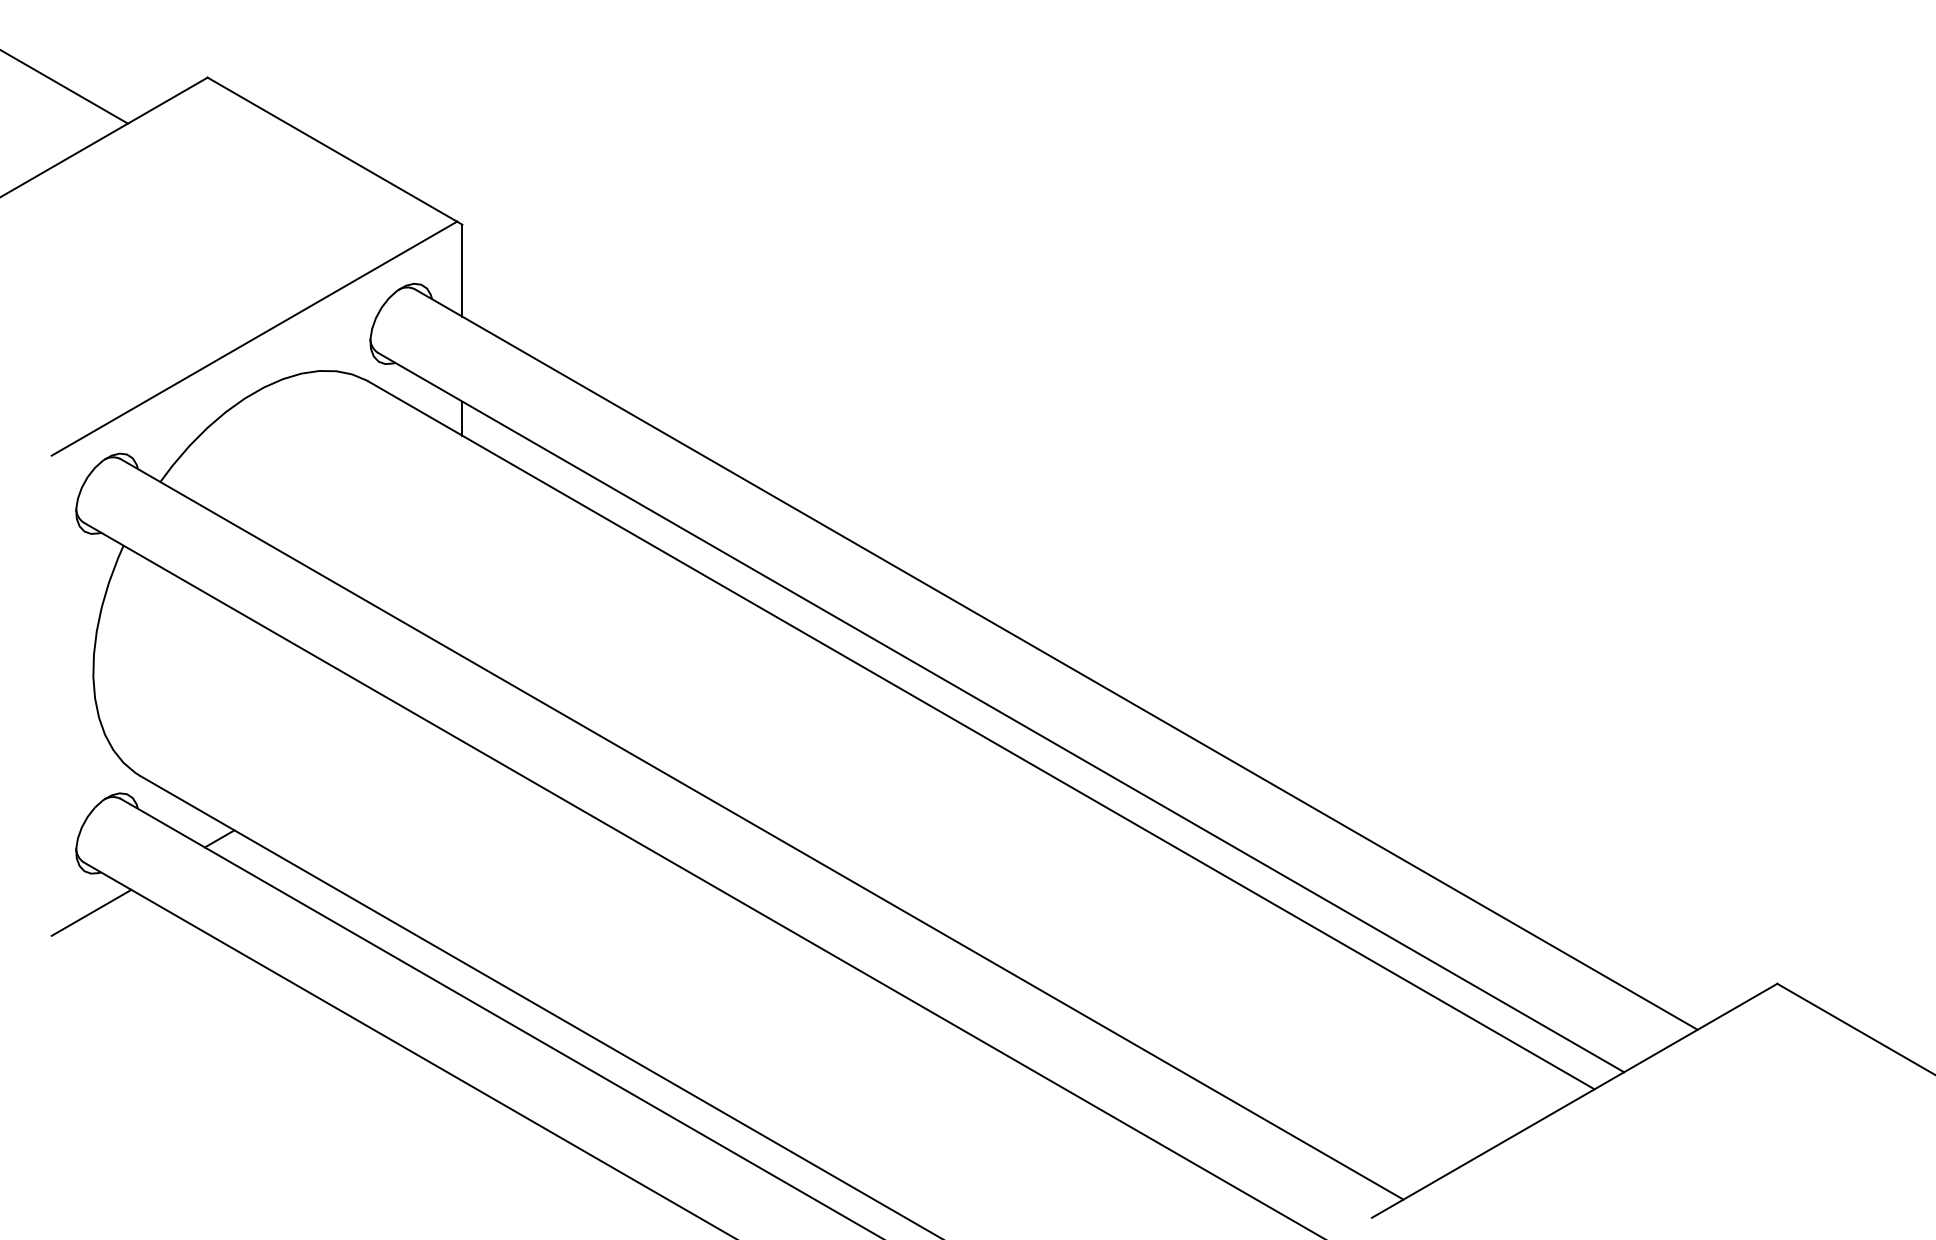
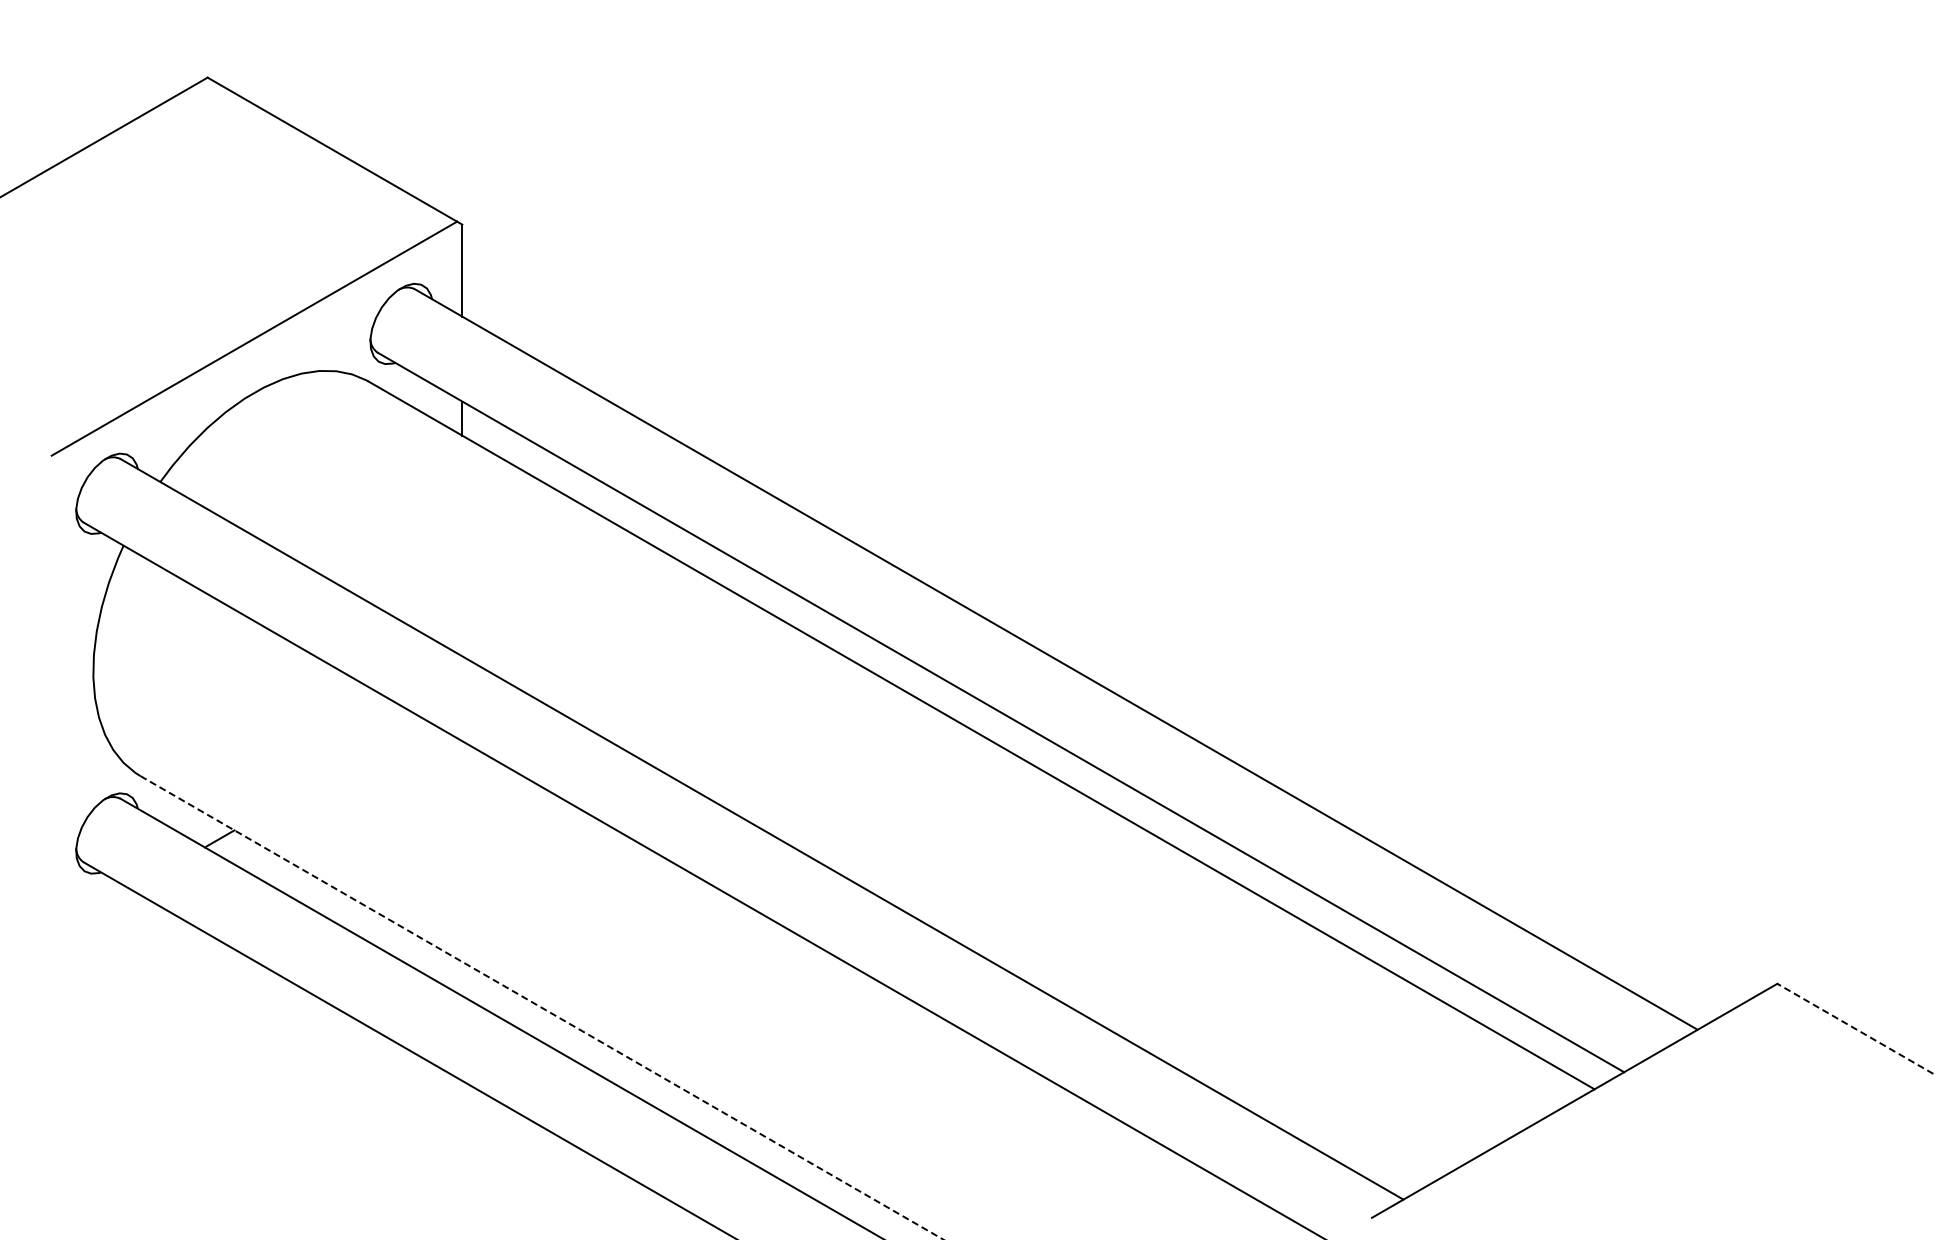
line at (64, 87): present -> none
line at (91, 912): present -> none
line at (542, 1008): solid -> dashed
line at (1856, 1029): solid -> dashed
